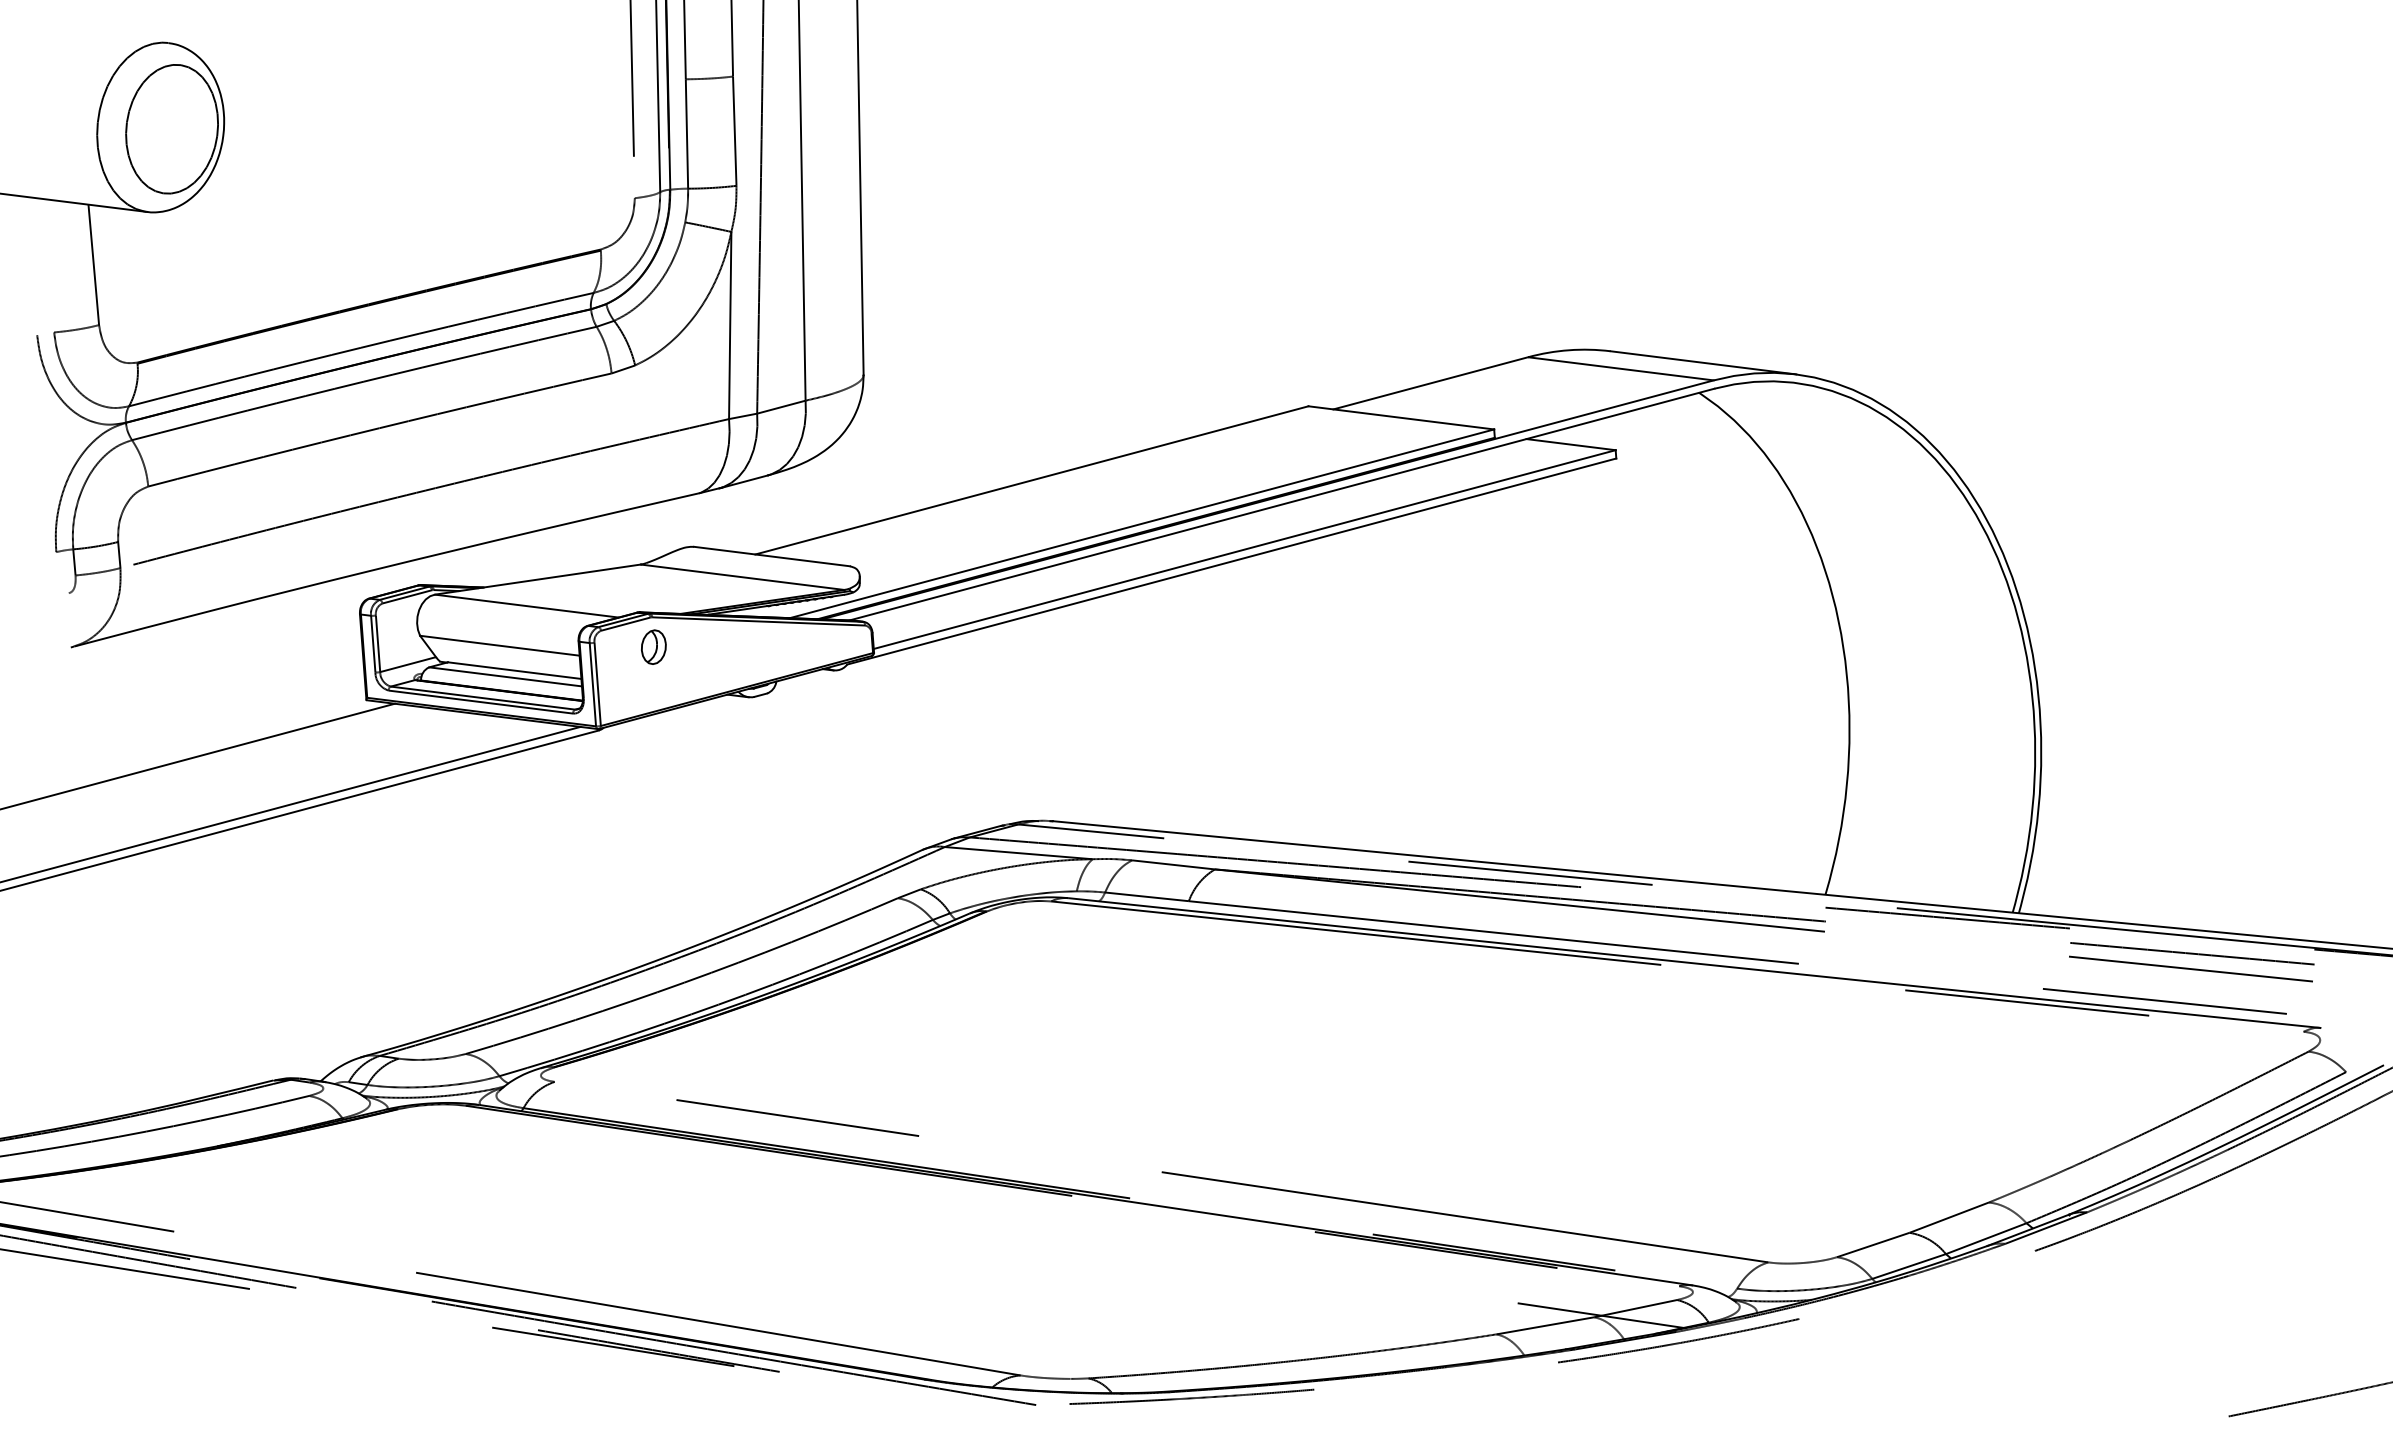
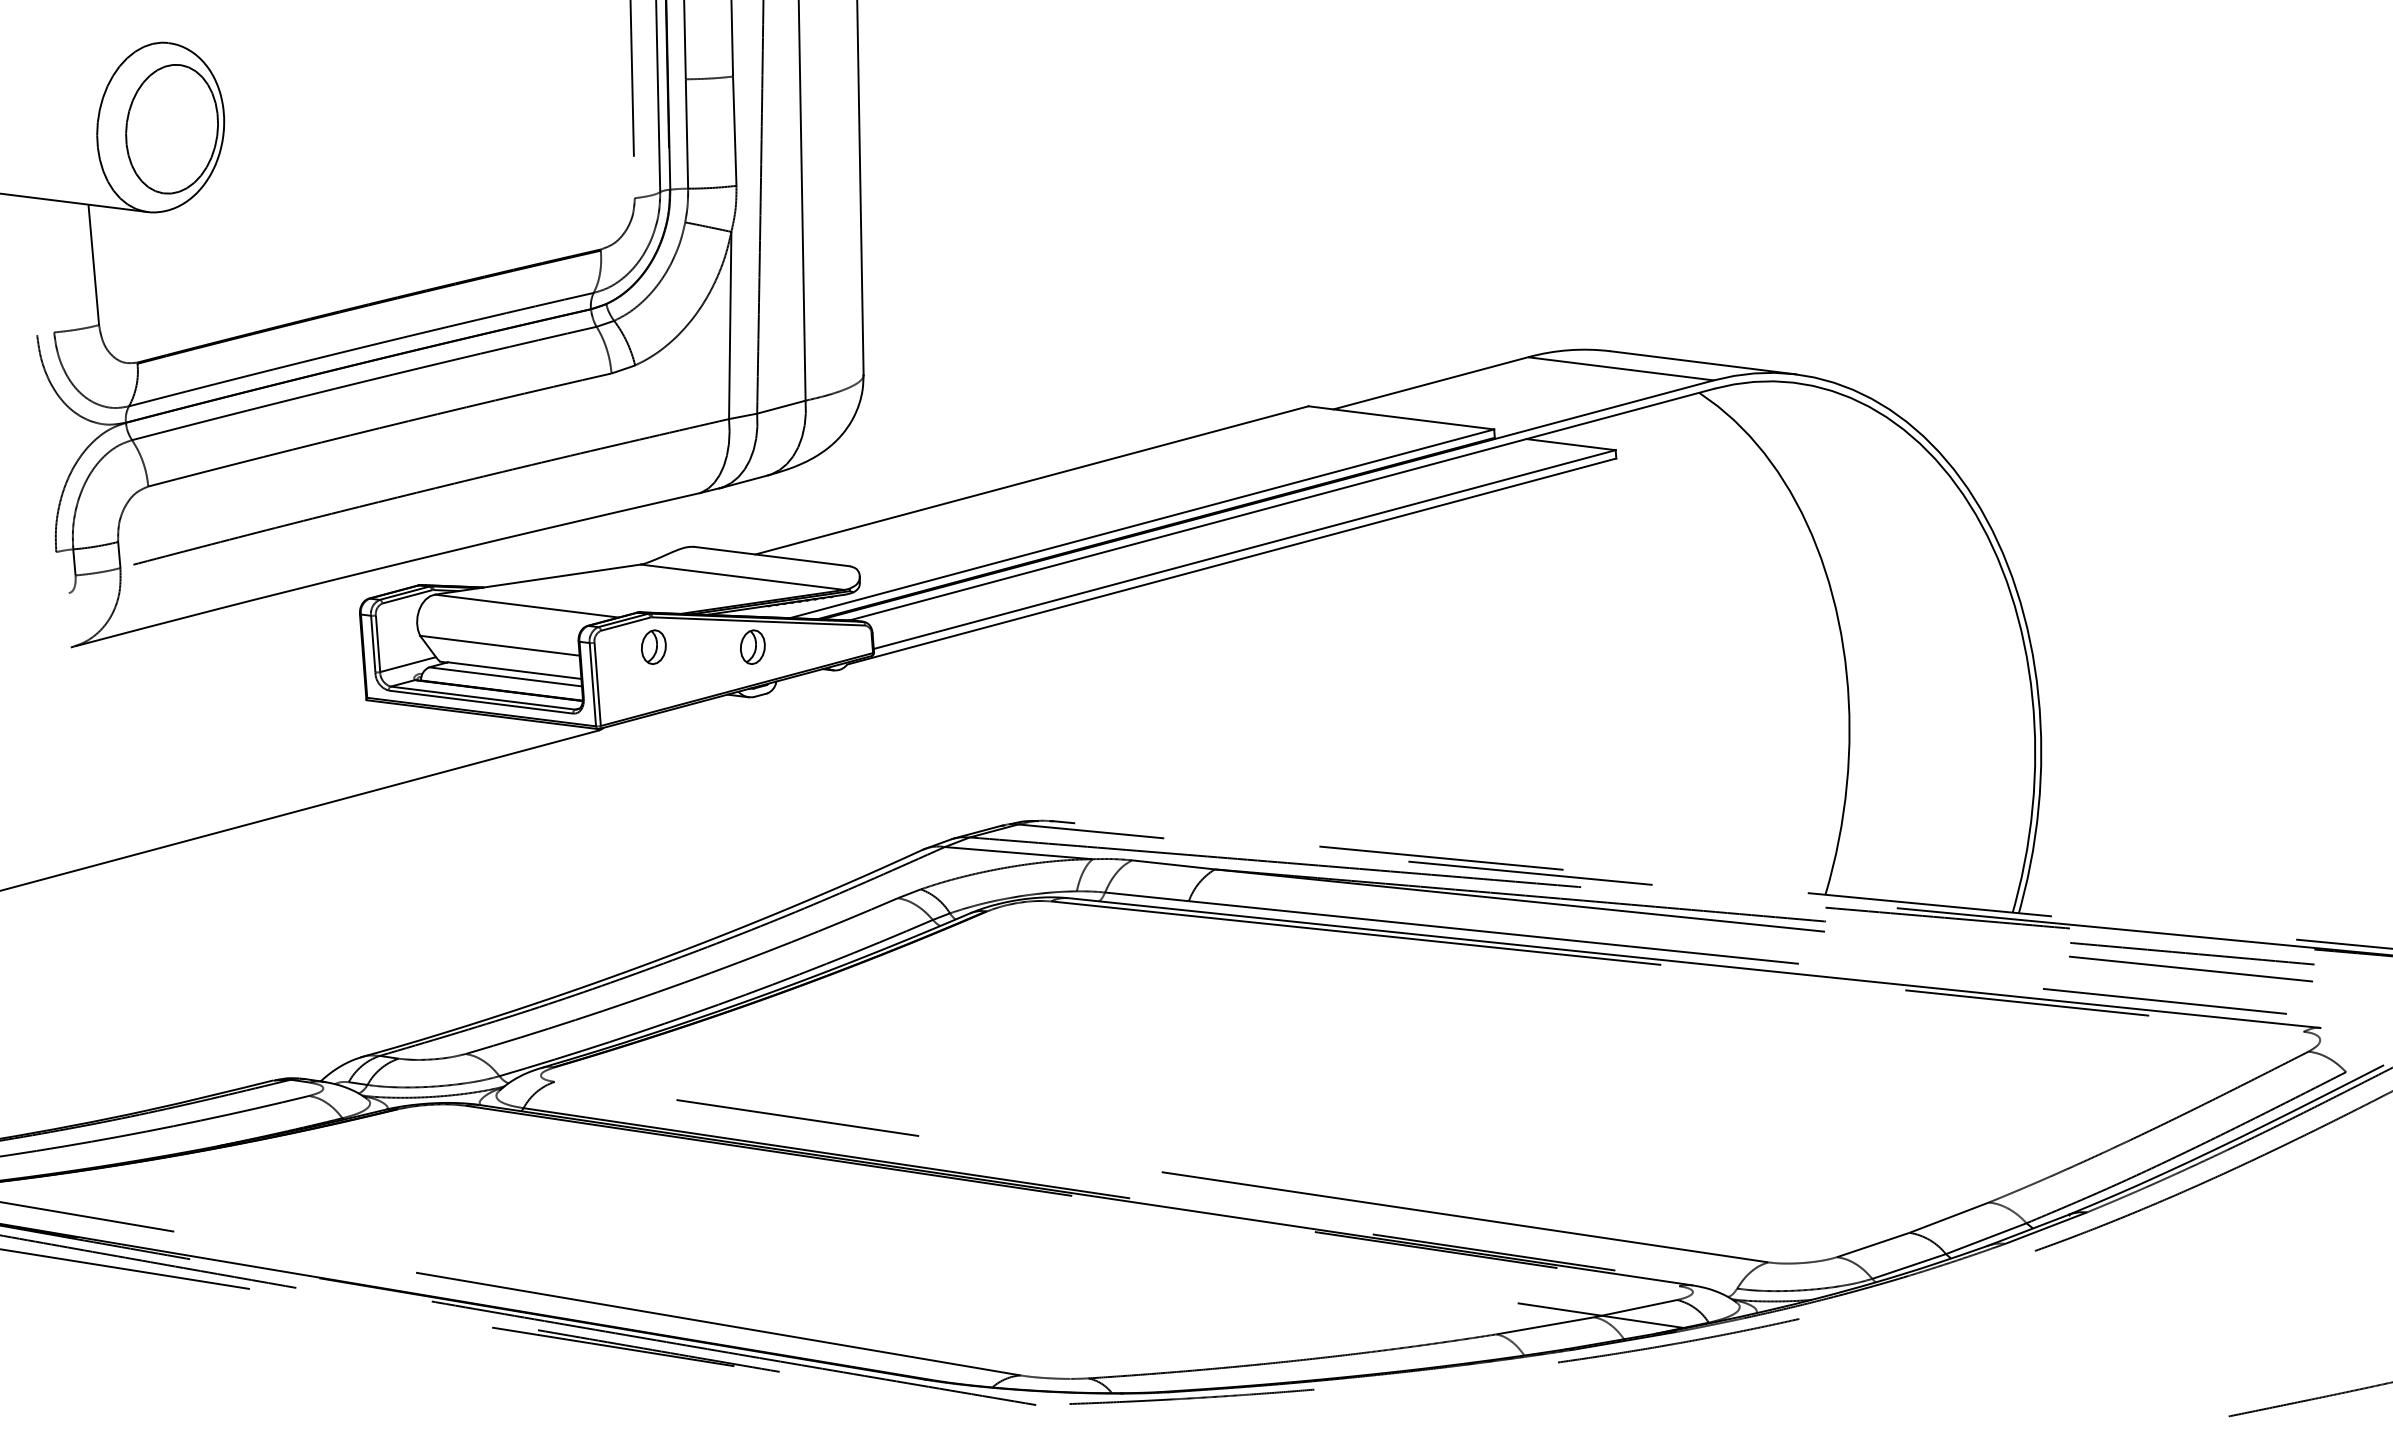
part at (752, 646): none -> present
line at (198, 755): present -> none
line at (291, 803): present -> none
line at (1722, 884): solid -> dashed
